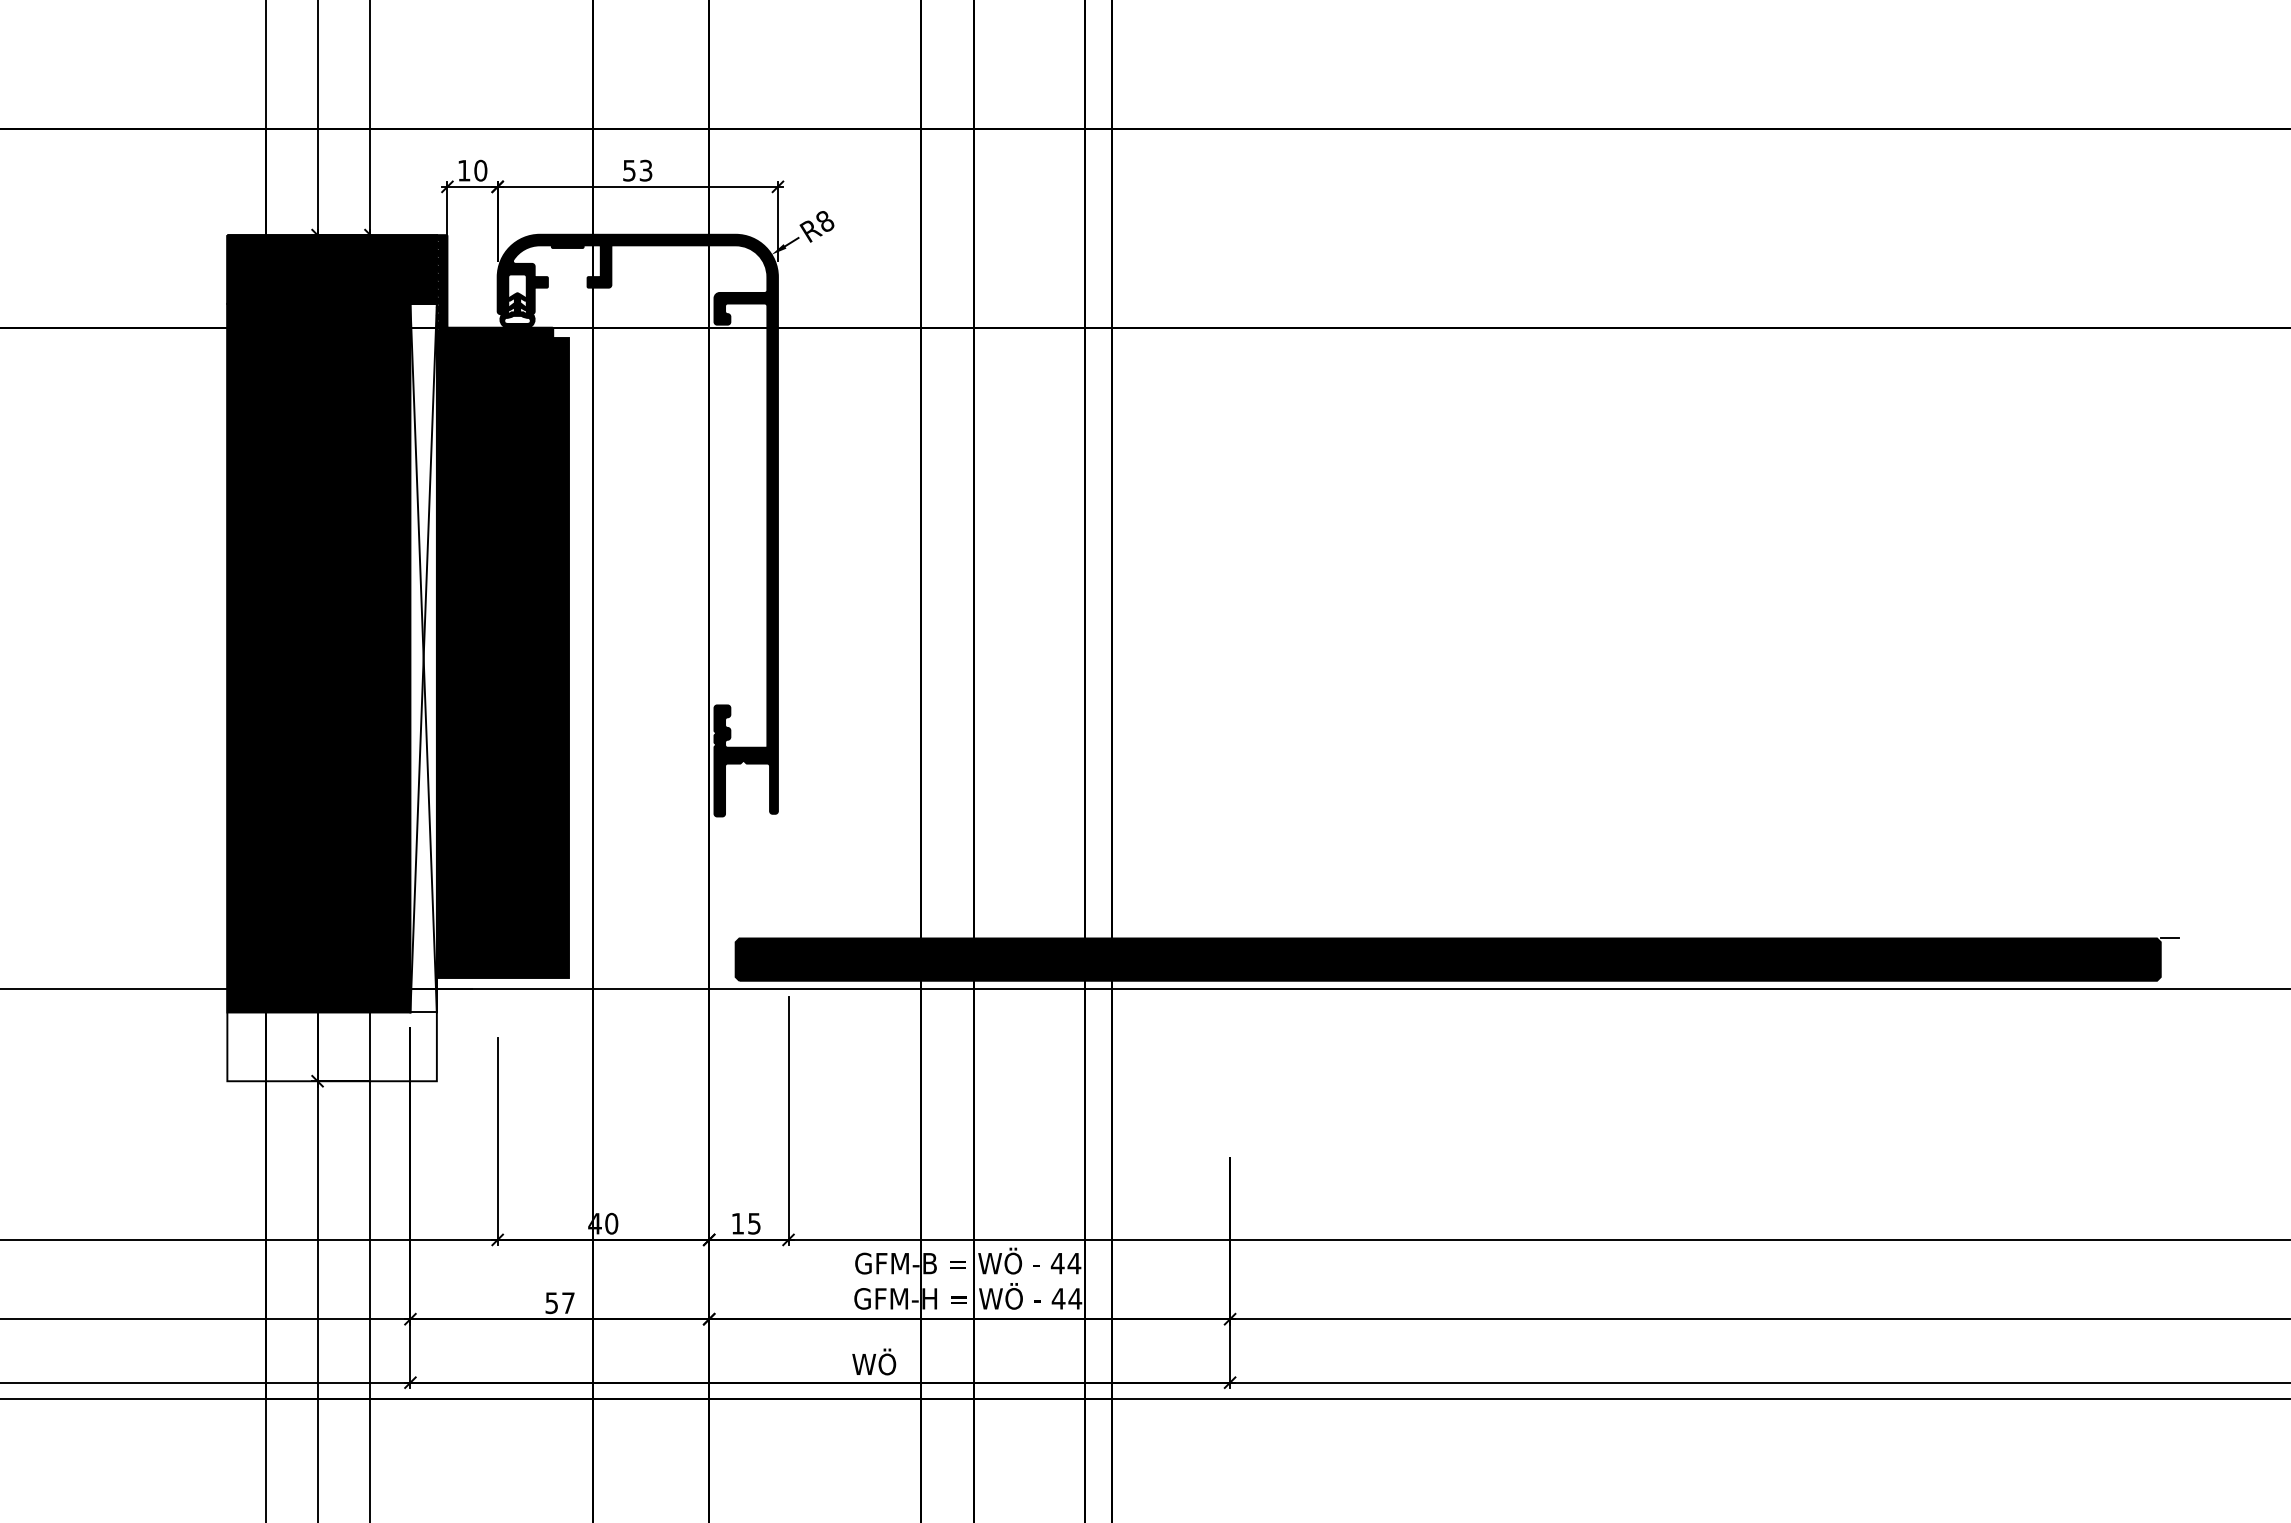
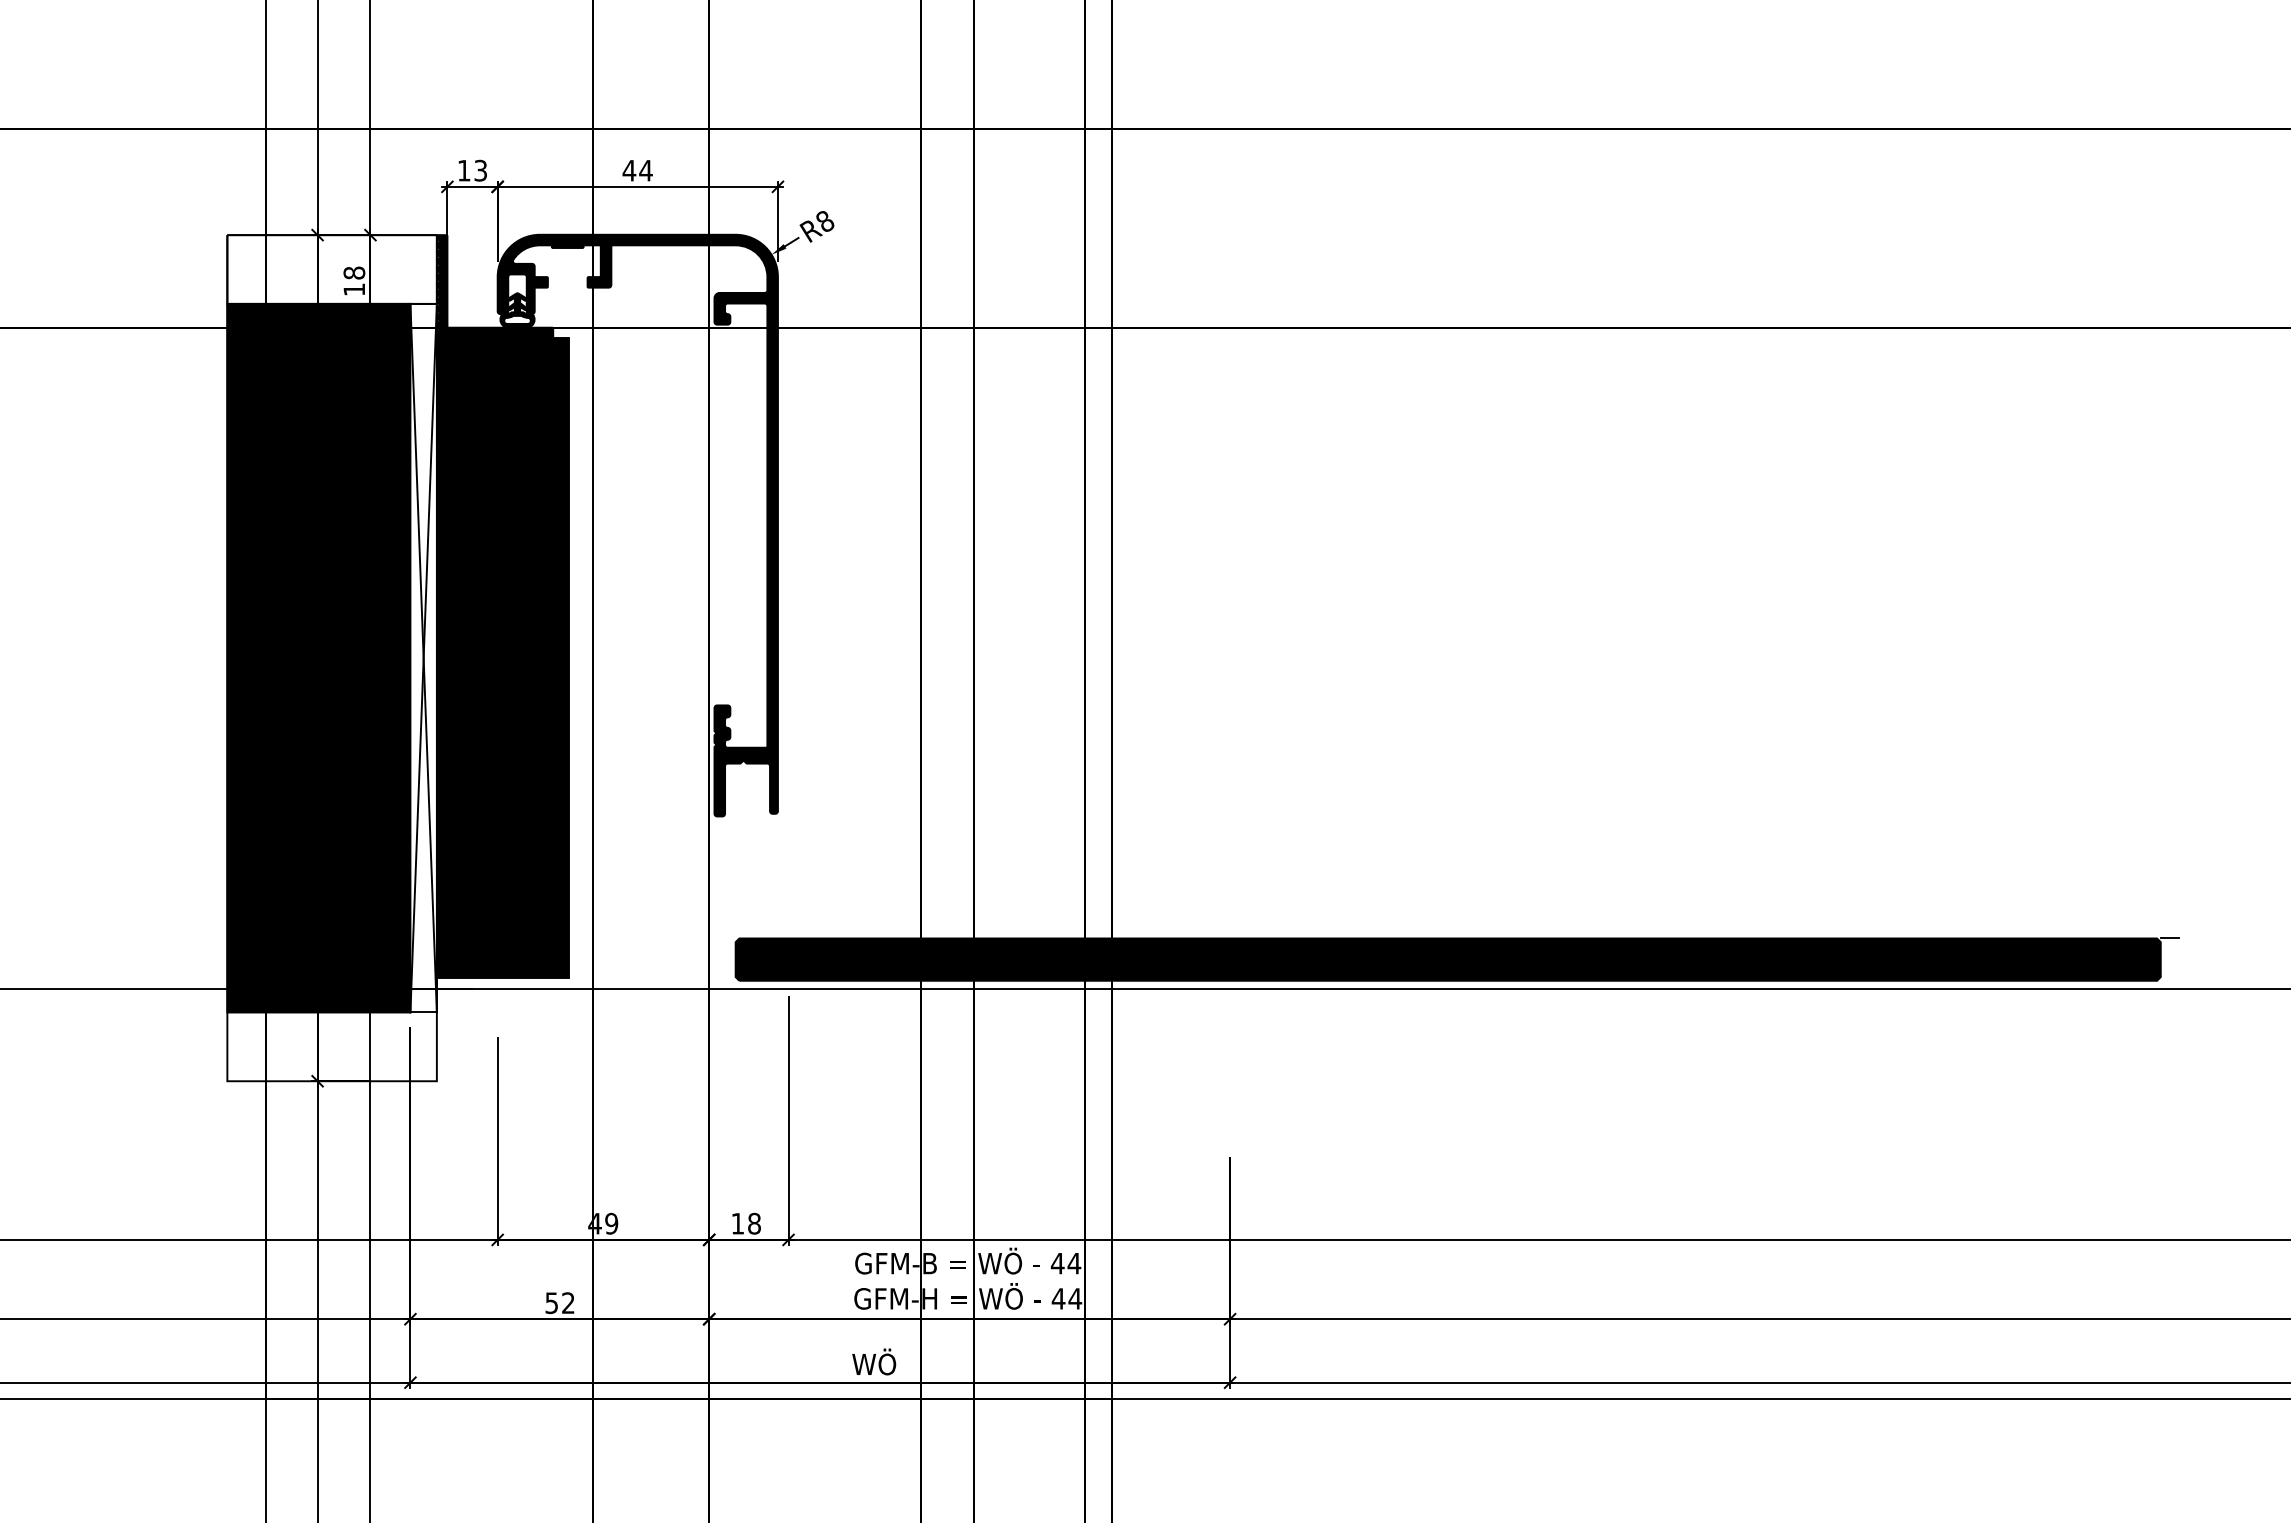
text at (480, 170): 10 -> 13
text at (637, 170): 53 -> 44
fill at (331, 269): present -> none
text at (611, 1223): 40 -> 49
text at (754, 1223): 15 -> 18
text at (568, 1302): 57 -> 52
